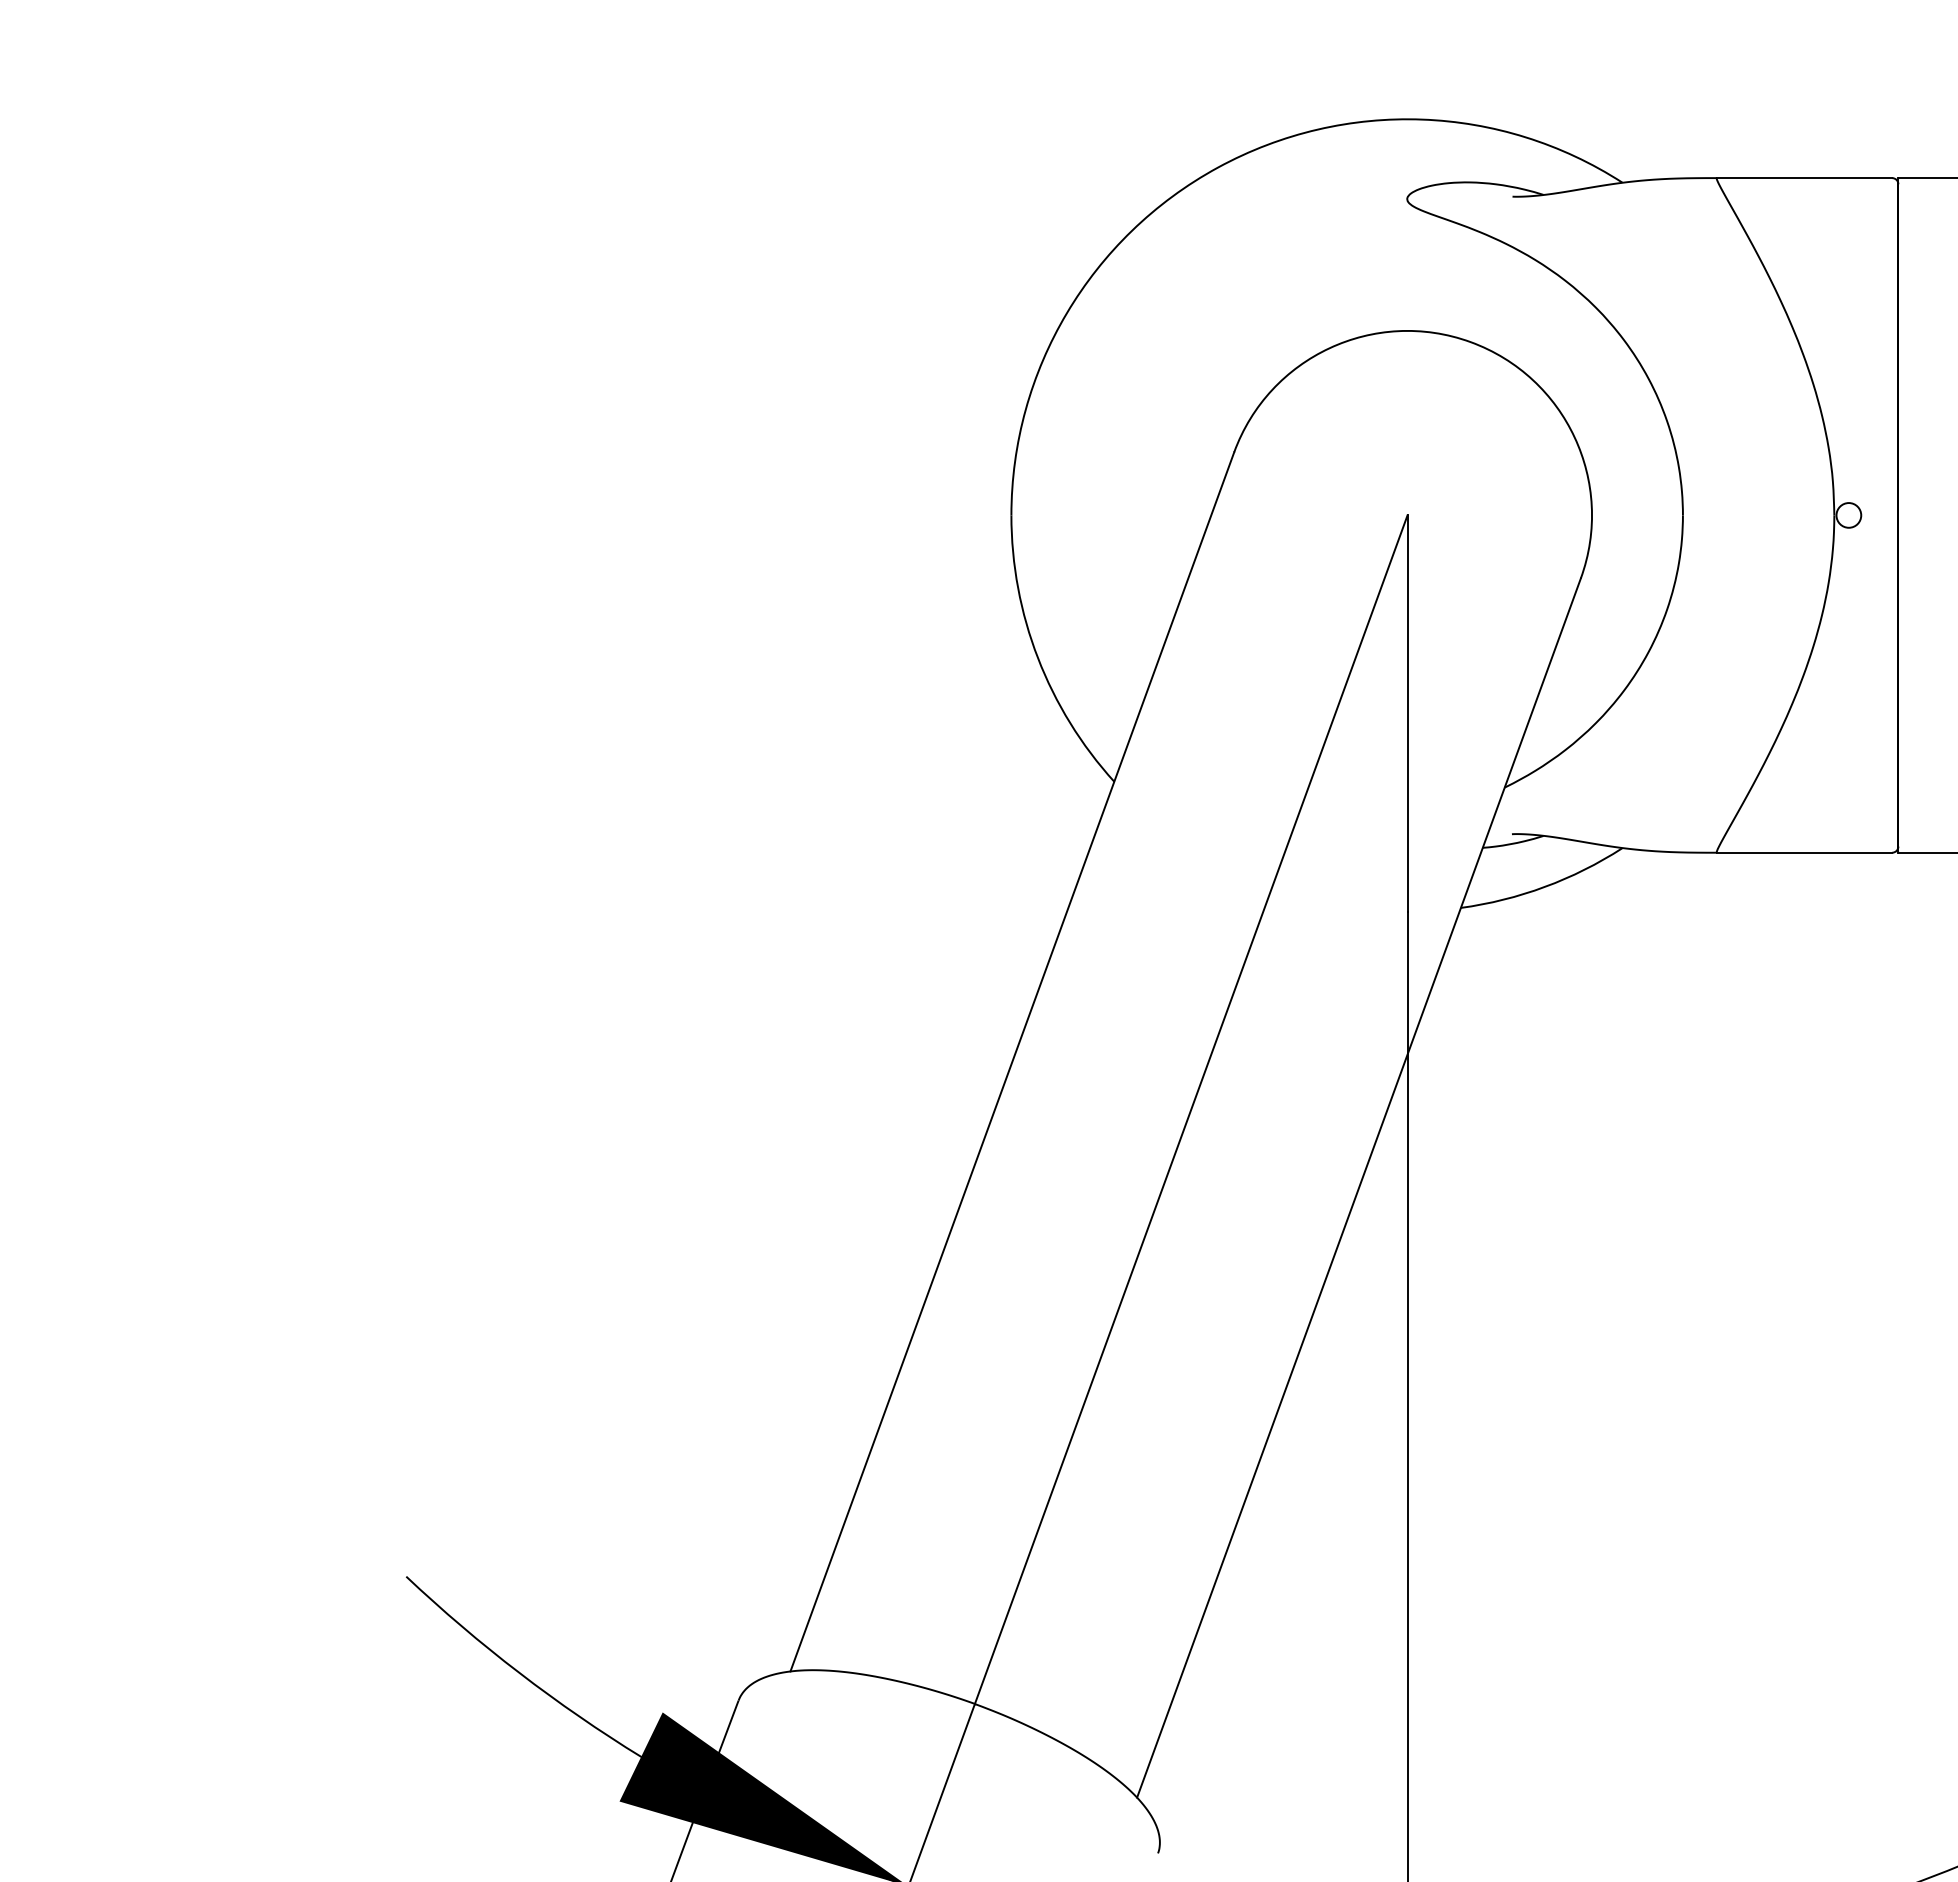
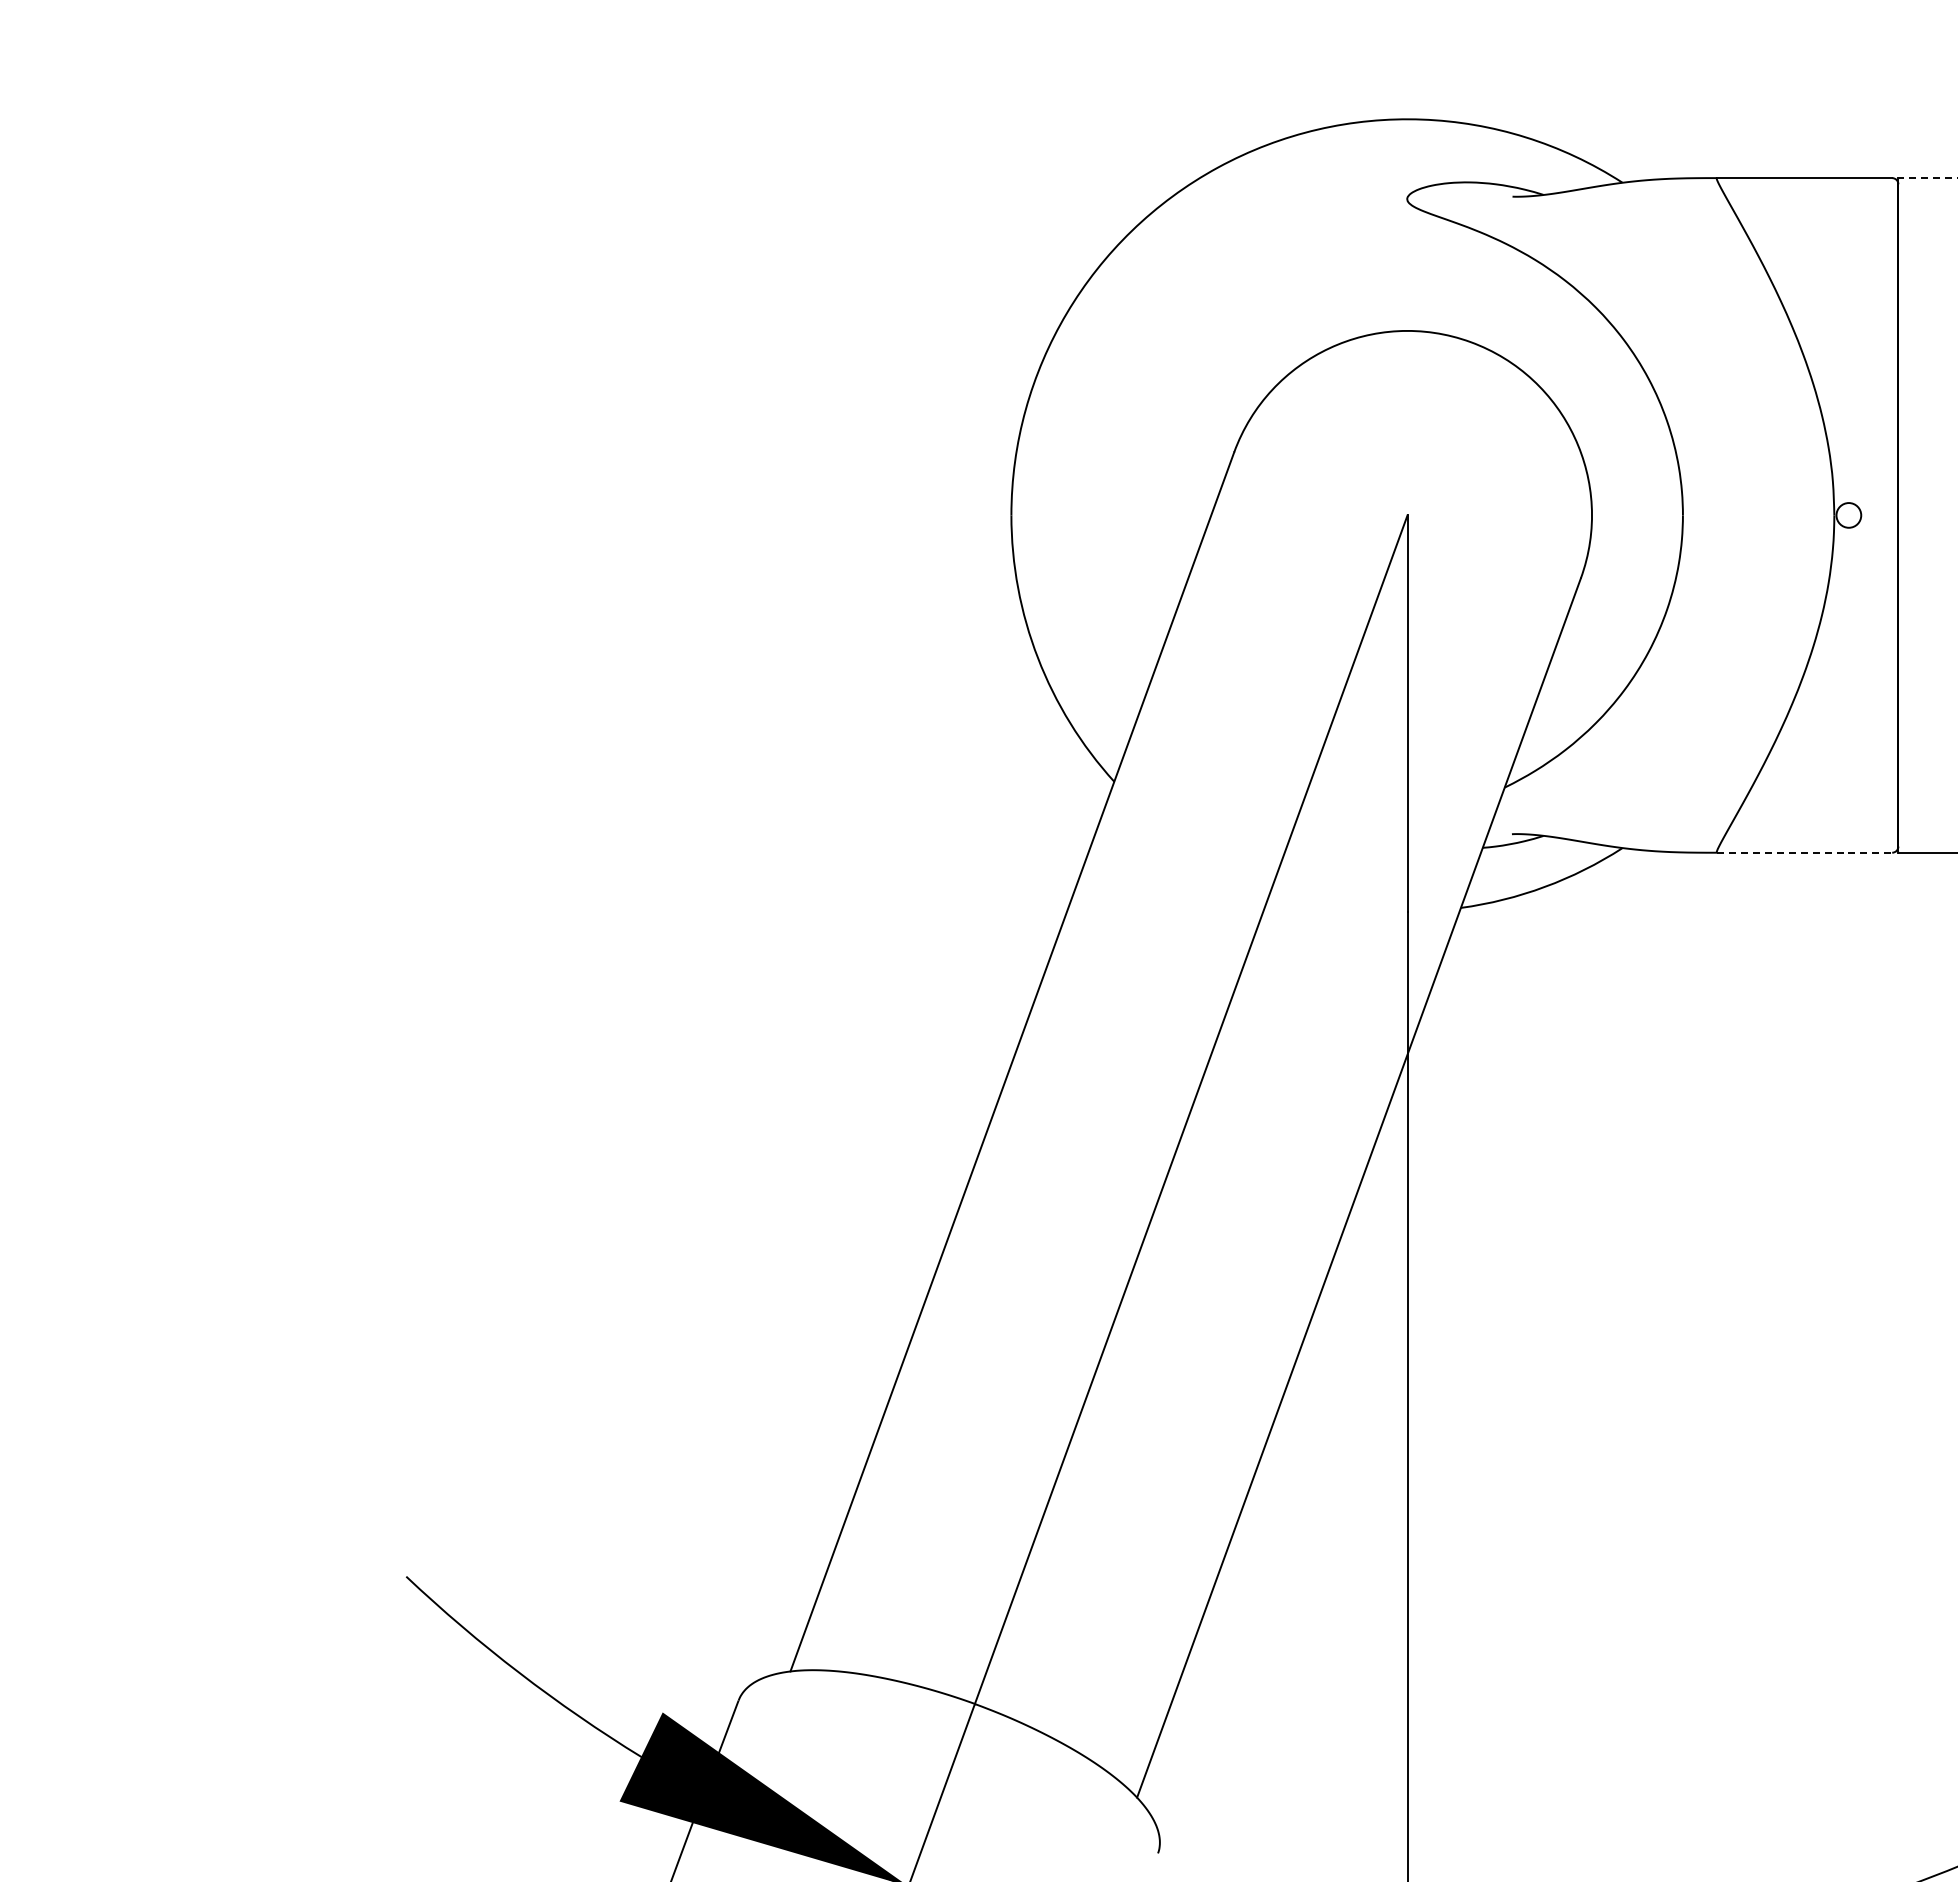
line at (1928, 178): solid -> dashed
line at (1804, 852): solid -> dashed
